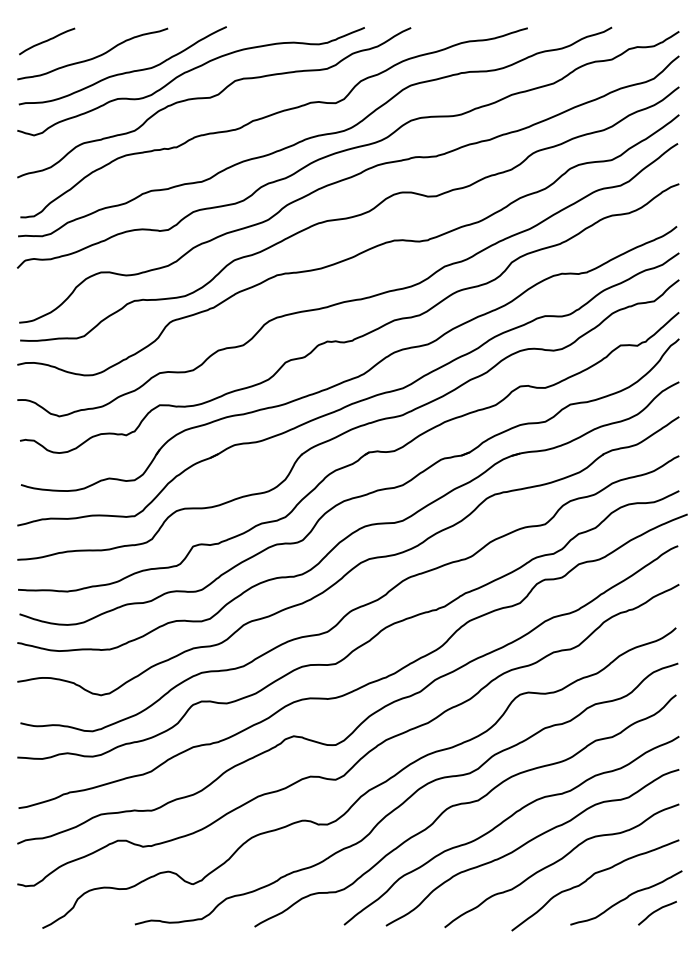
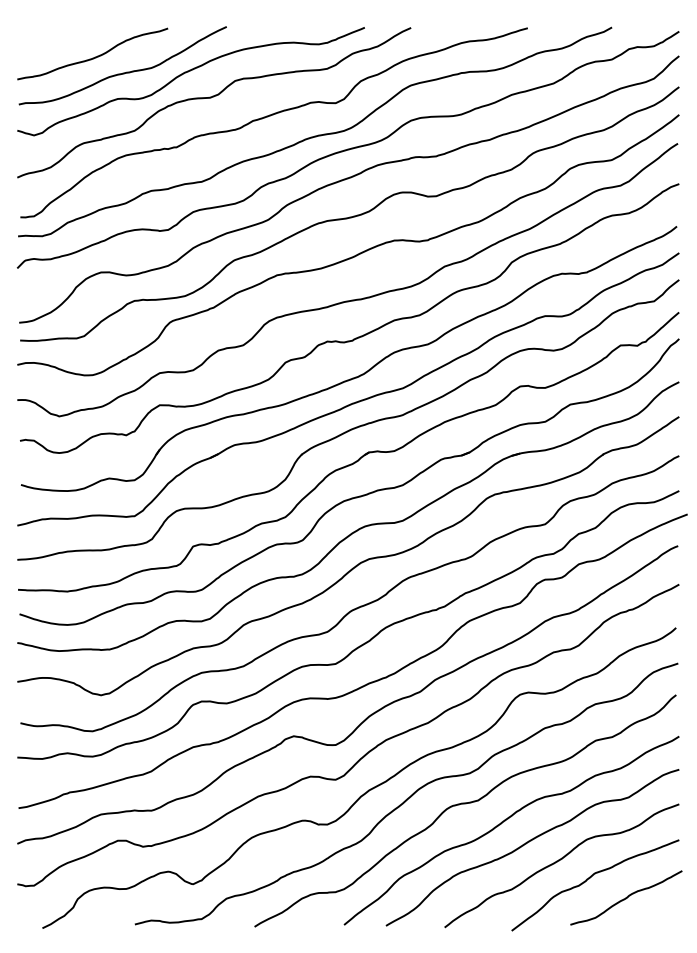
curve at (47, 41): present -> none
curve at (657, 911): present -> none
